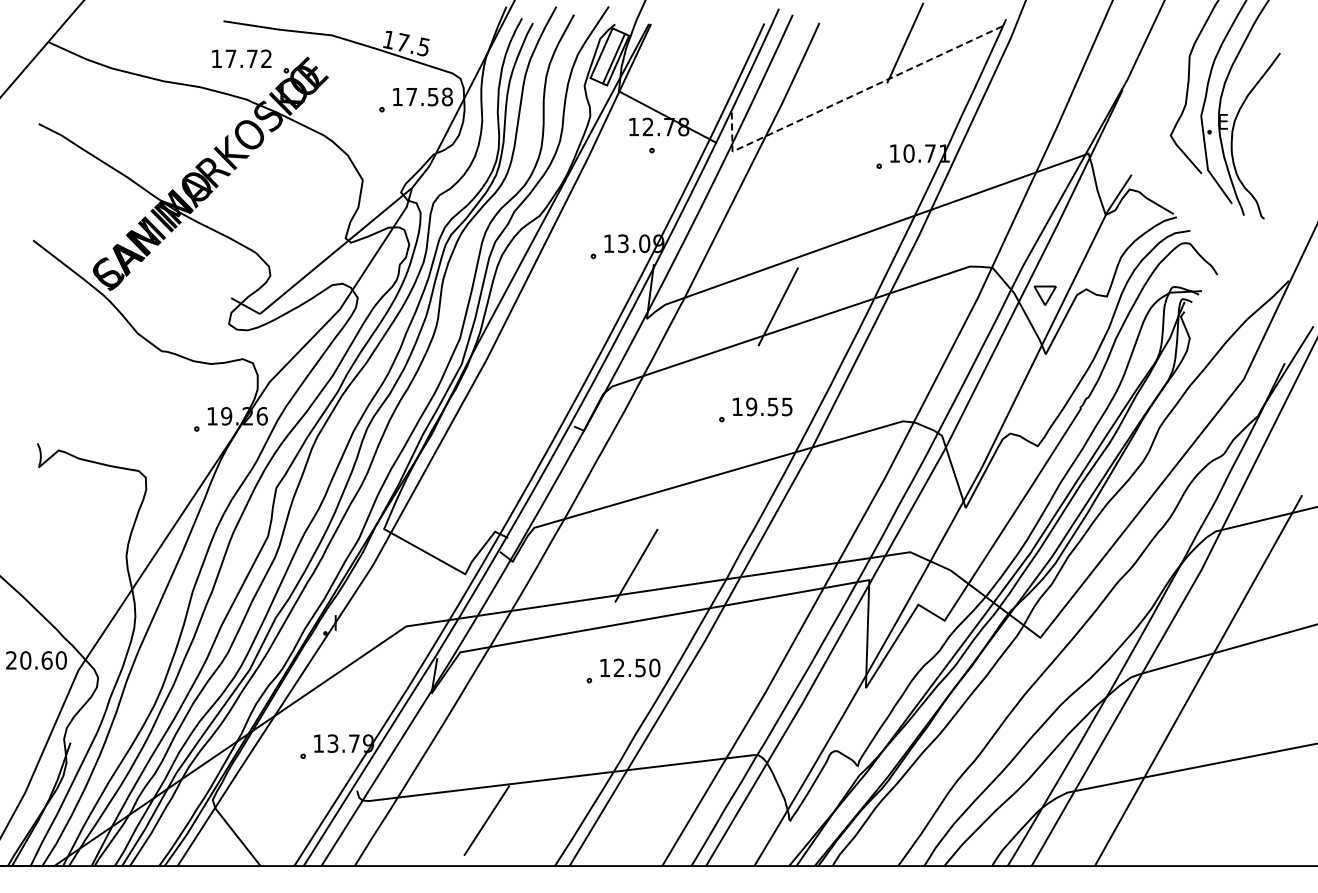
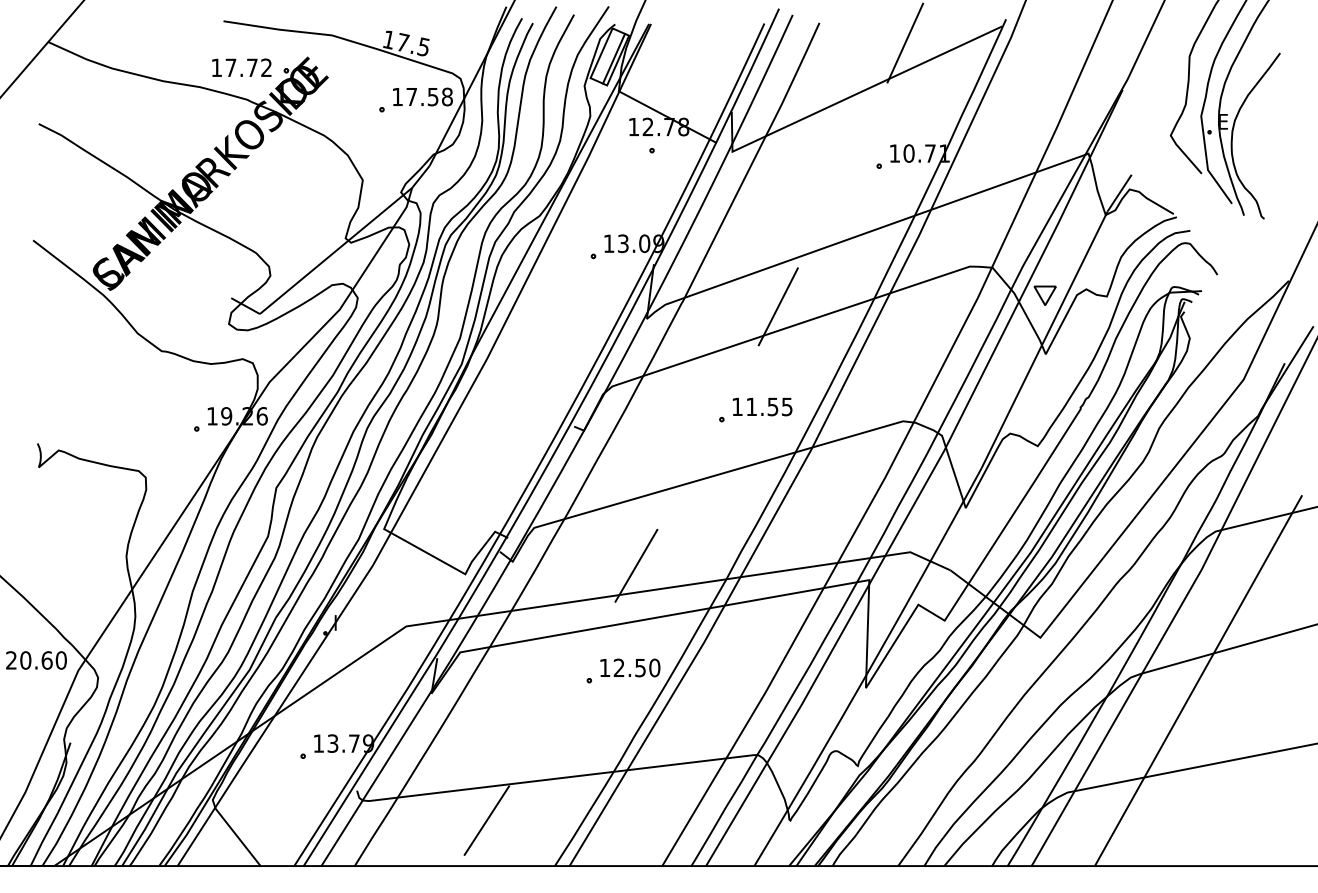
text at (241, 58) position: (241, 58) -> (241, 67)
line at (848, 97): dashed -> solid
text at (751, 406): 19.55 -> 11.55
